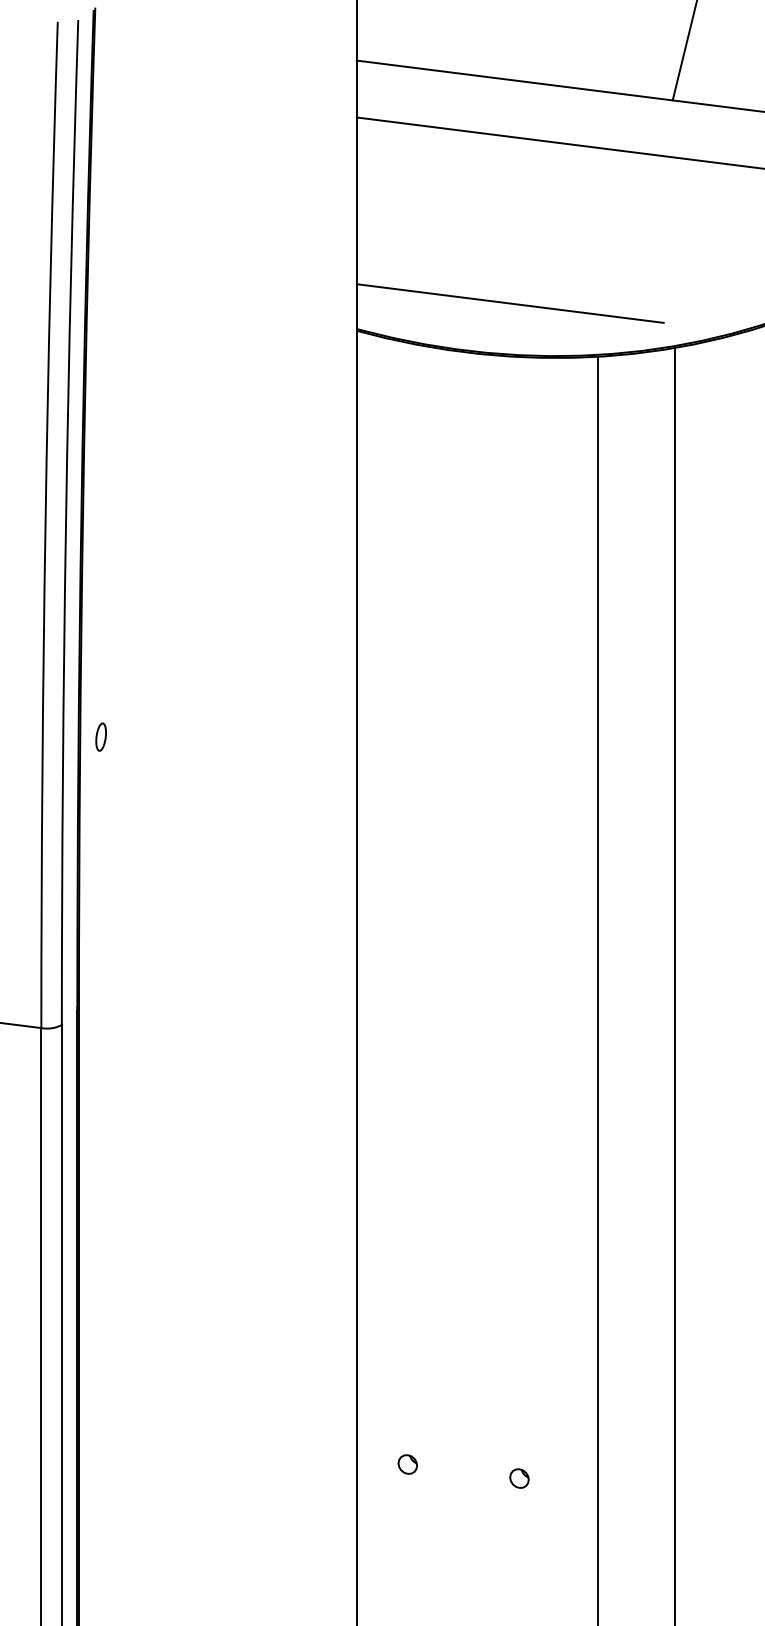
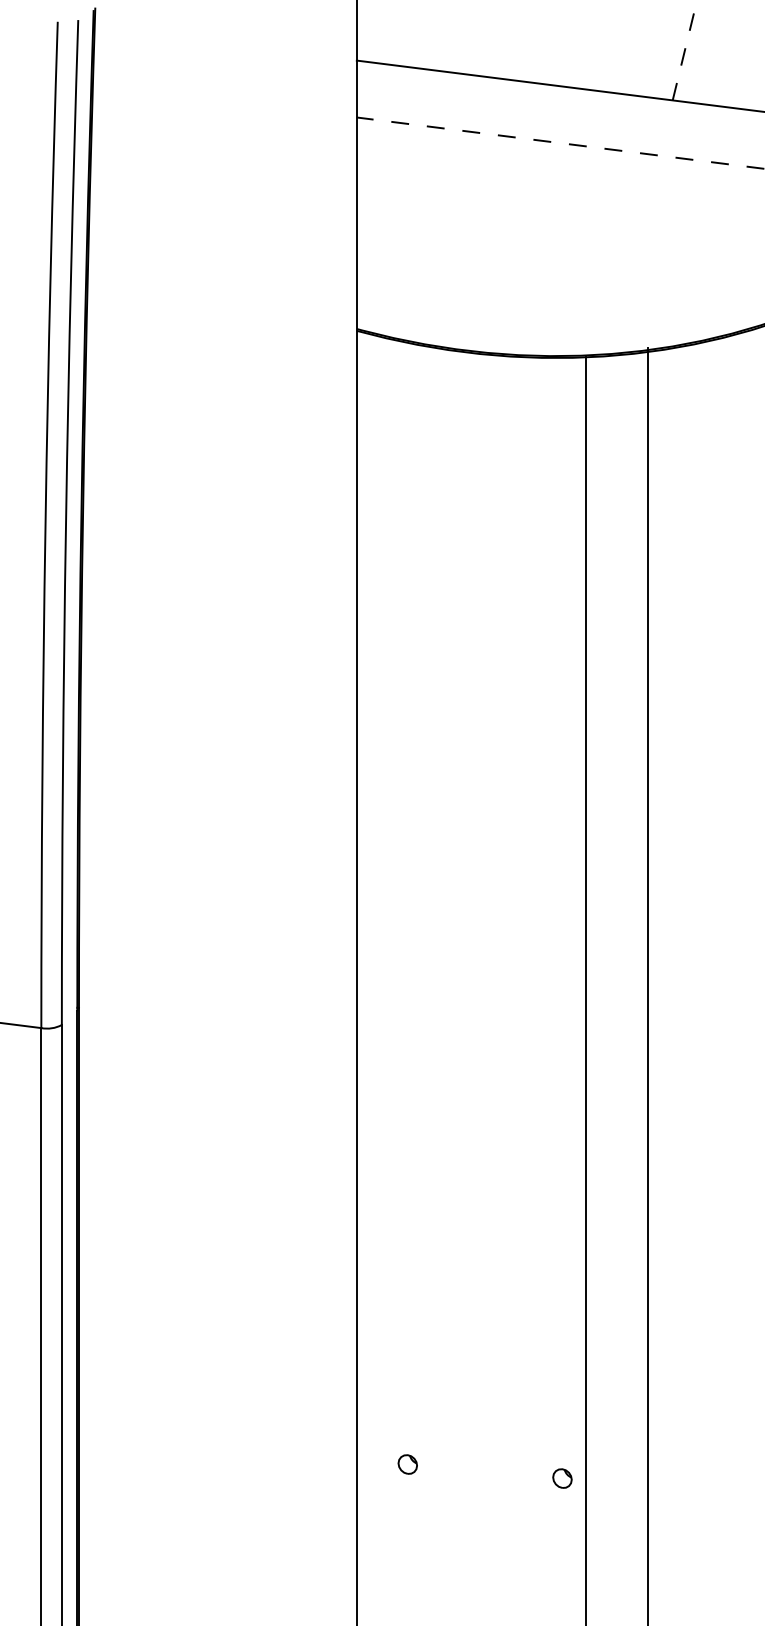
line at (685, 49): solid -> dashed
line at (560, 143): solid -> dashed
line at (509, 303): present -> none
part at (100, 736): present -> none
line at (674, 985) position: (674, 985) -> (647, 985)
line at (597, 989) position: (597, 989) -> (585, 989)
part at (519, 1478) position: (519, 1478) -> (562, 1478)
